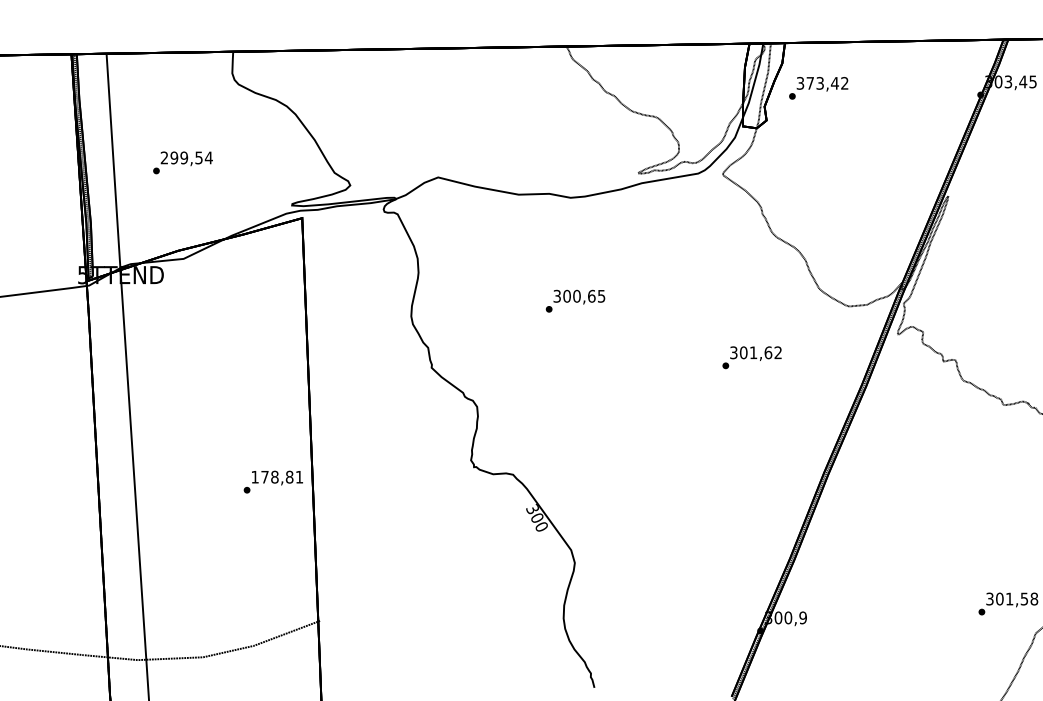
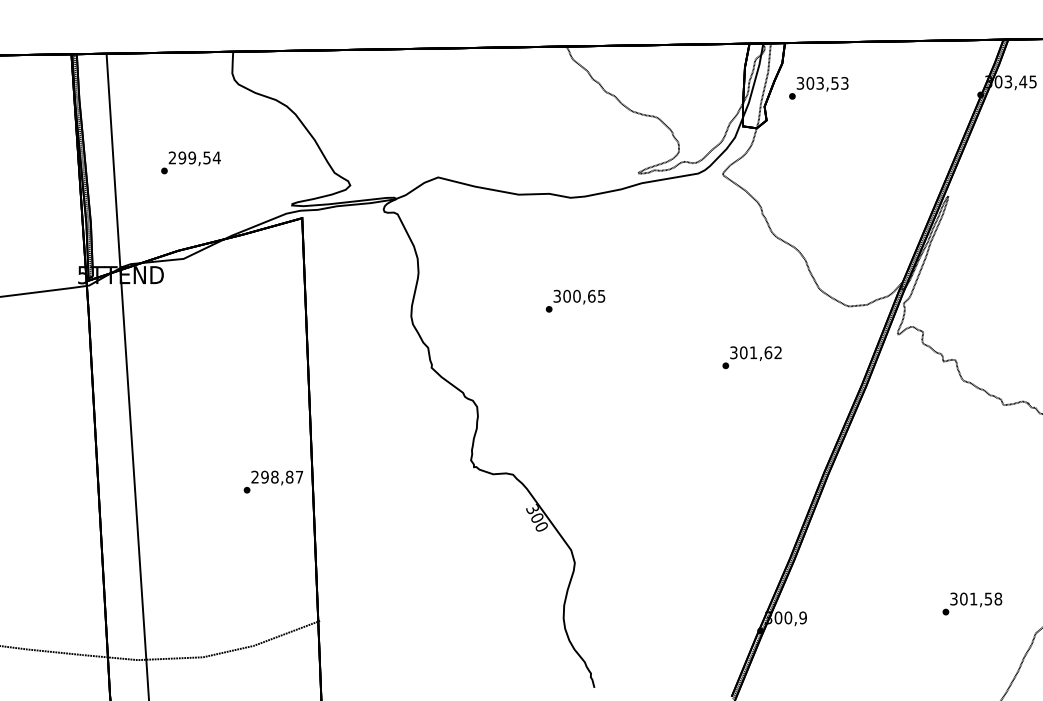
text at (827, 83): 373,42 -> 303,53
text at (182, 162) position: (182, 162) -> (190, 162)
text at (277, 476): 178,81 -> 298,87
text at (1008, 603) position: (1008, 603) -> (972, 603)
